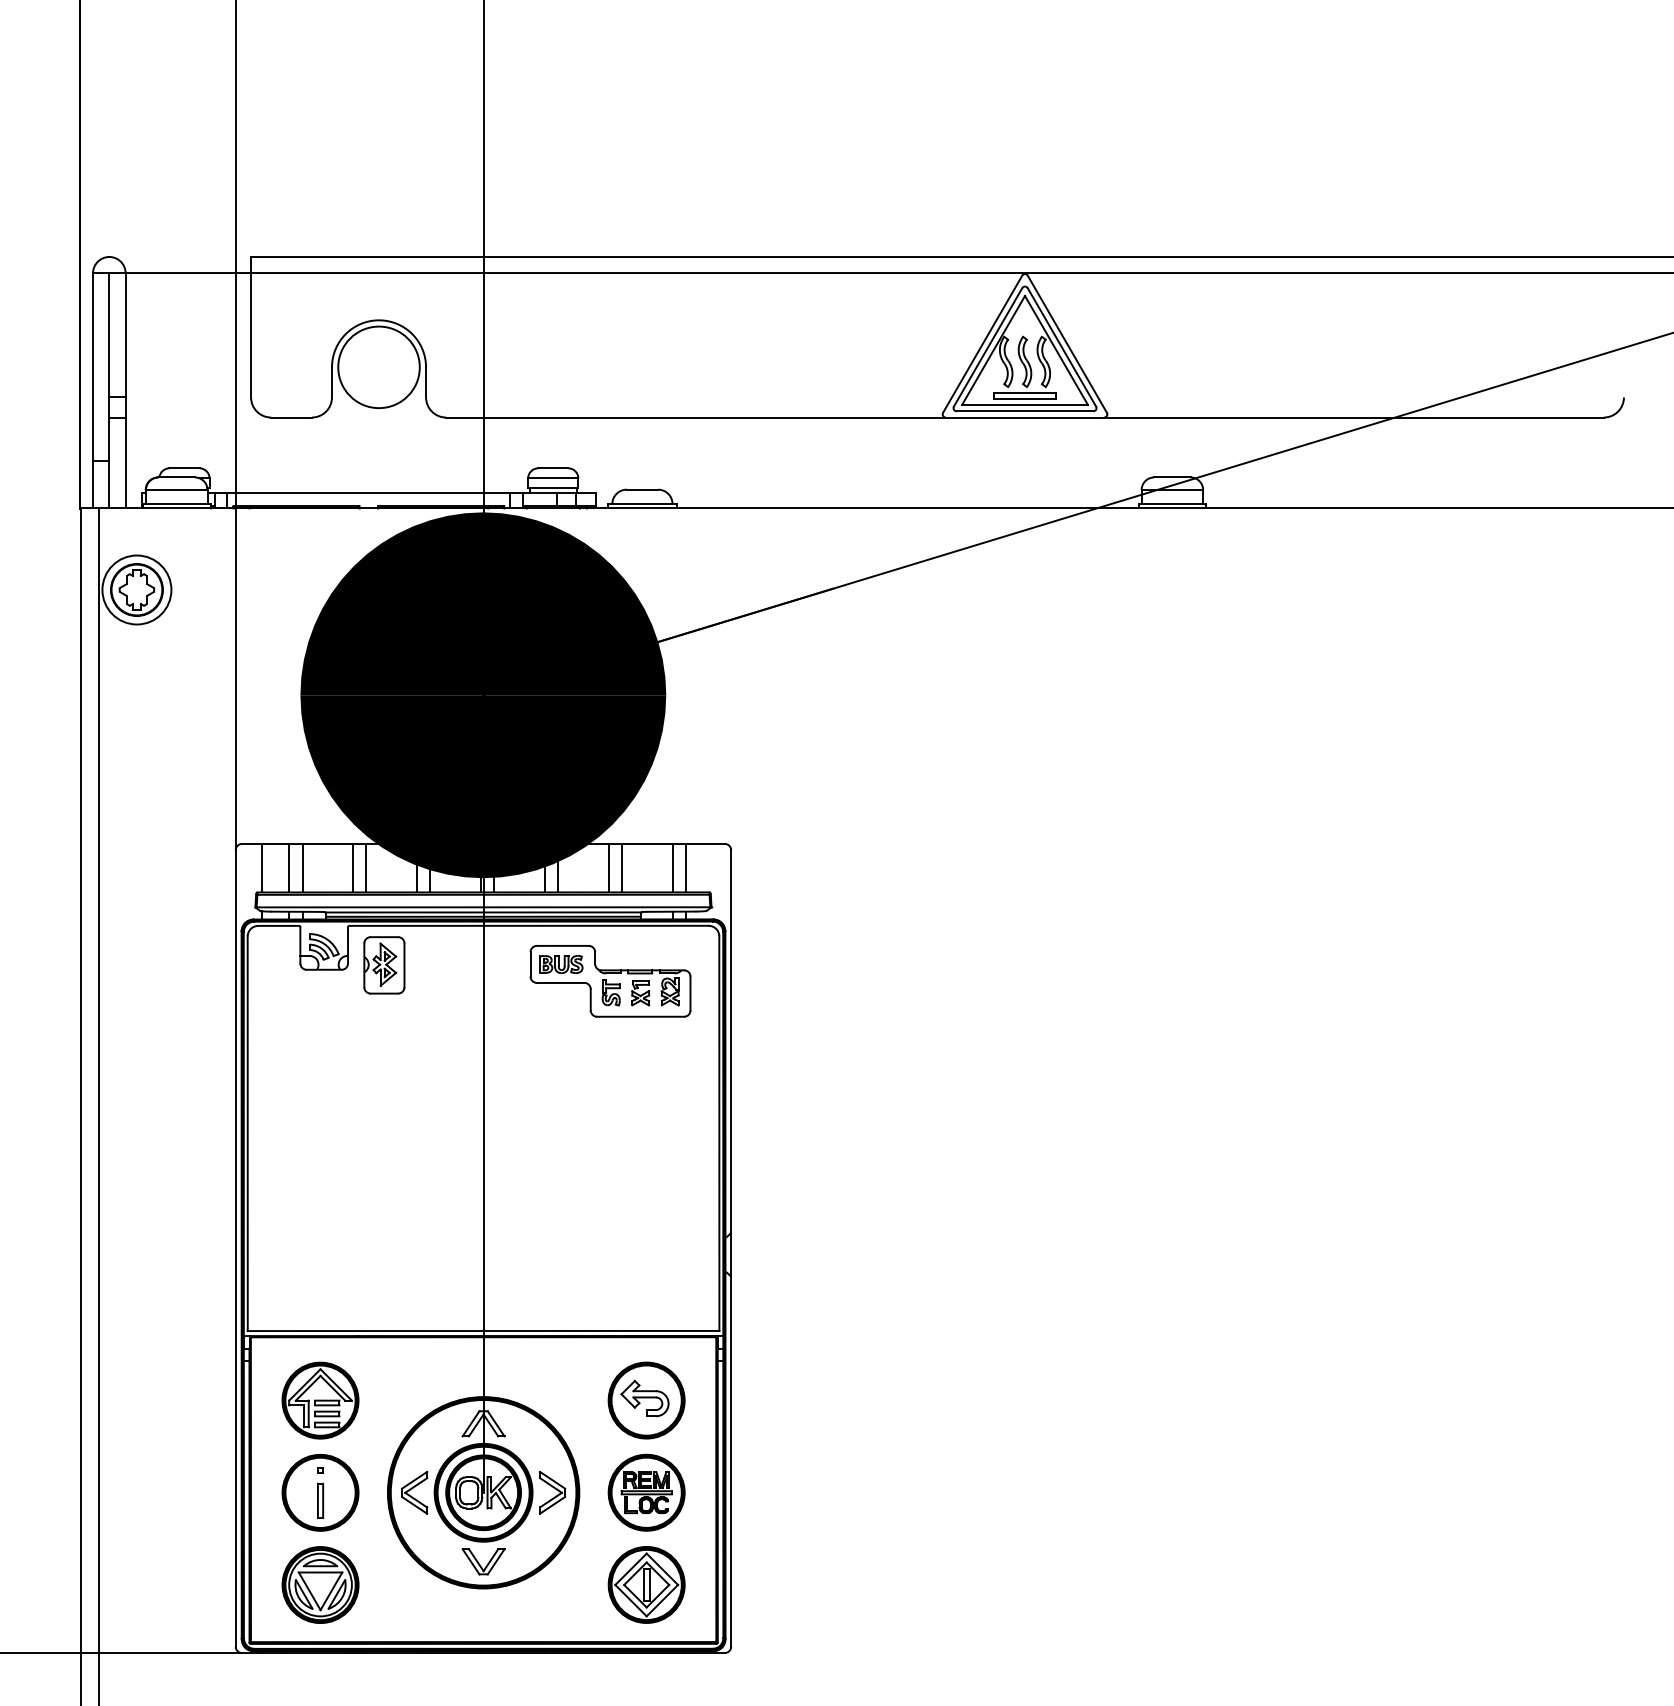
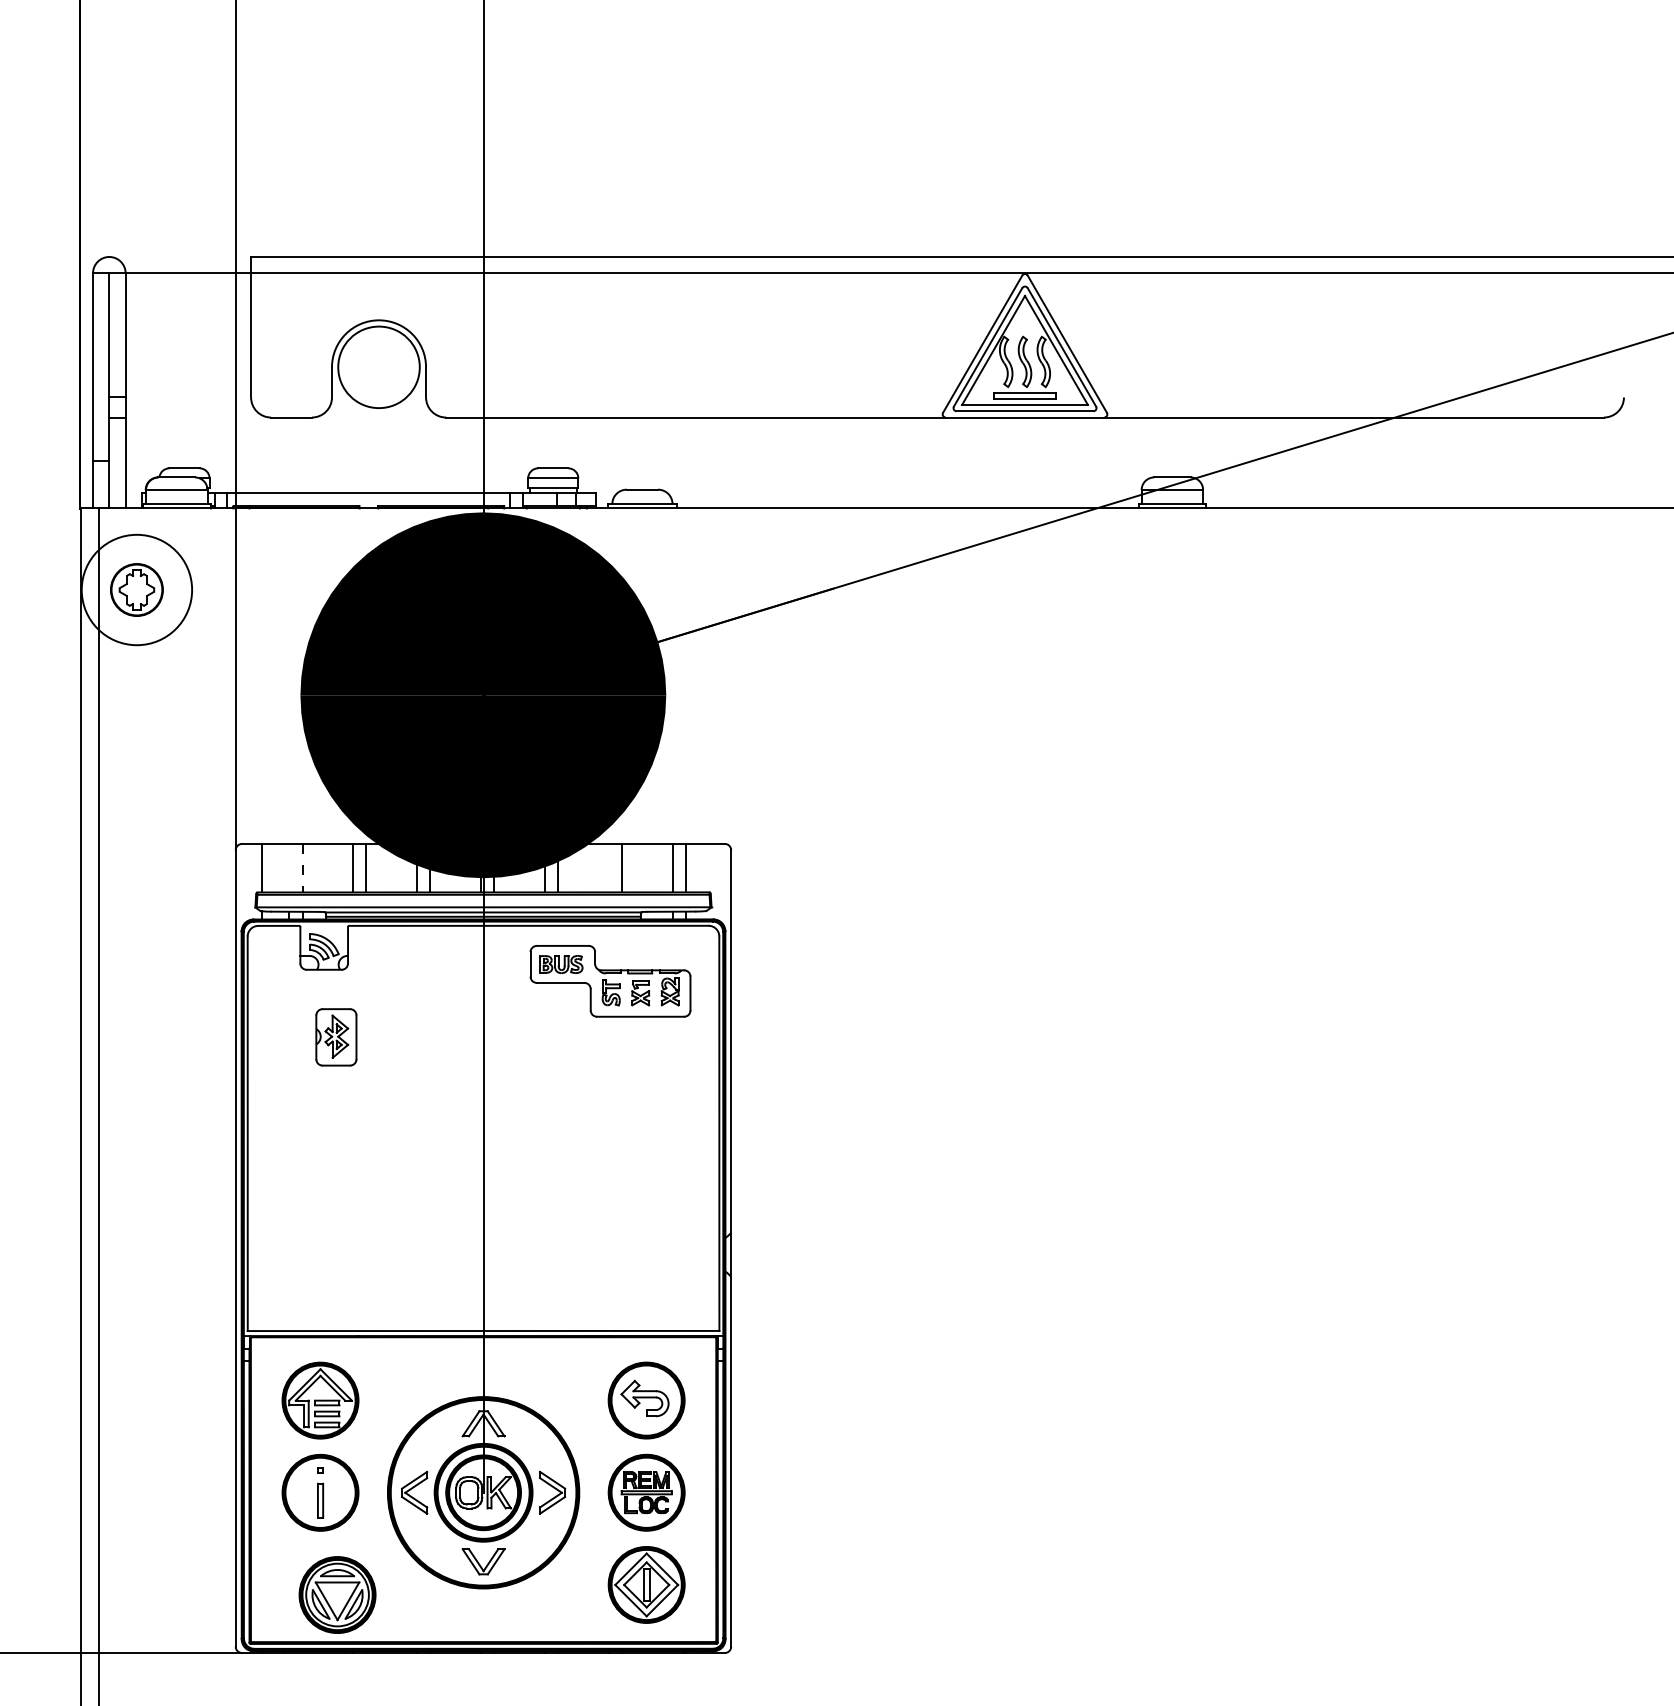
circle at (136, 589) diameter: 69 px -> 110 px
line at (288, 867): present -> none
line at (608, 867): present -> none
line at (302, 868): solid -> dashed
part at (384, 965) position: (384, 965) -> (336, 1037)
part at (320, 1584) position: (320, 1584) -> (337, 1594)
